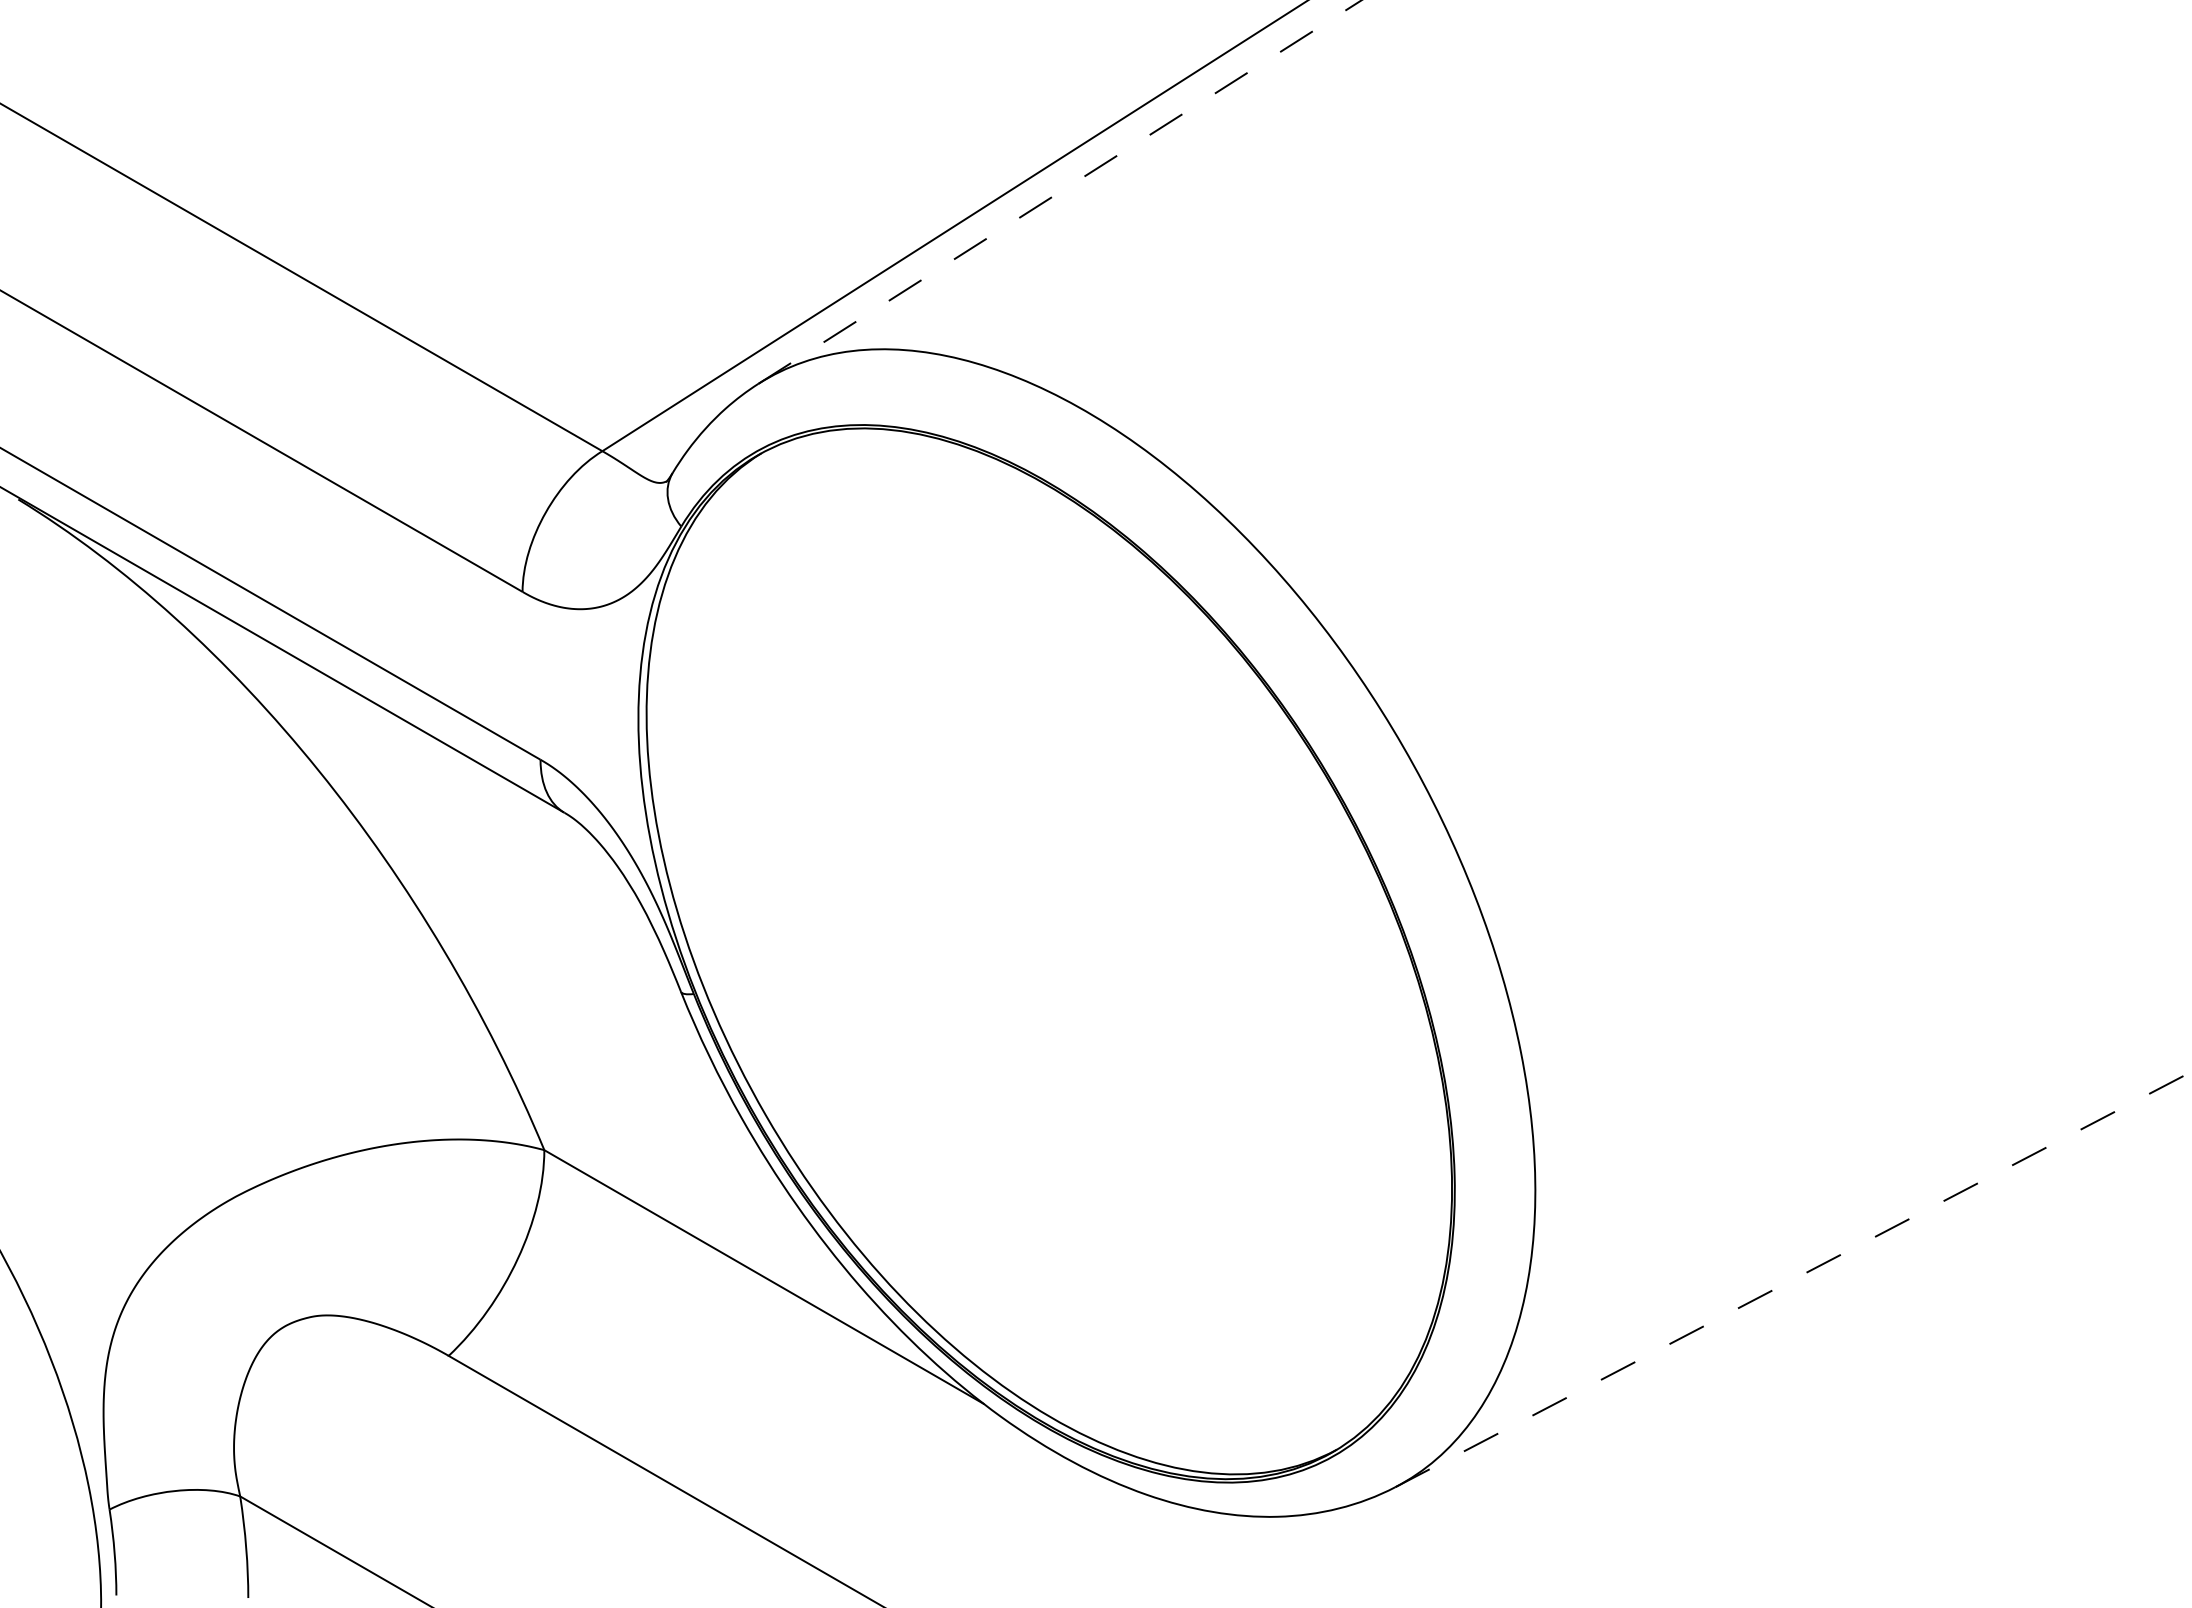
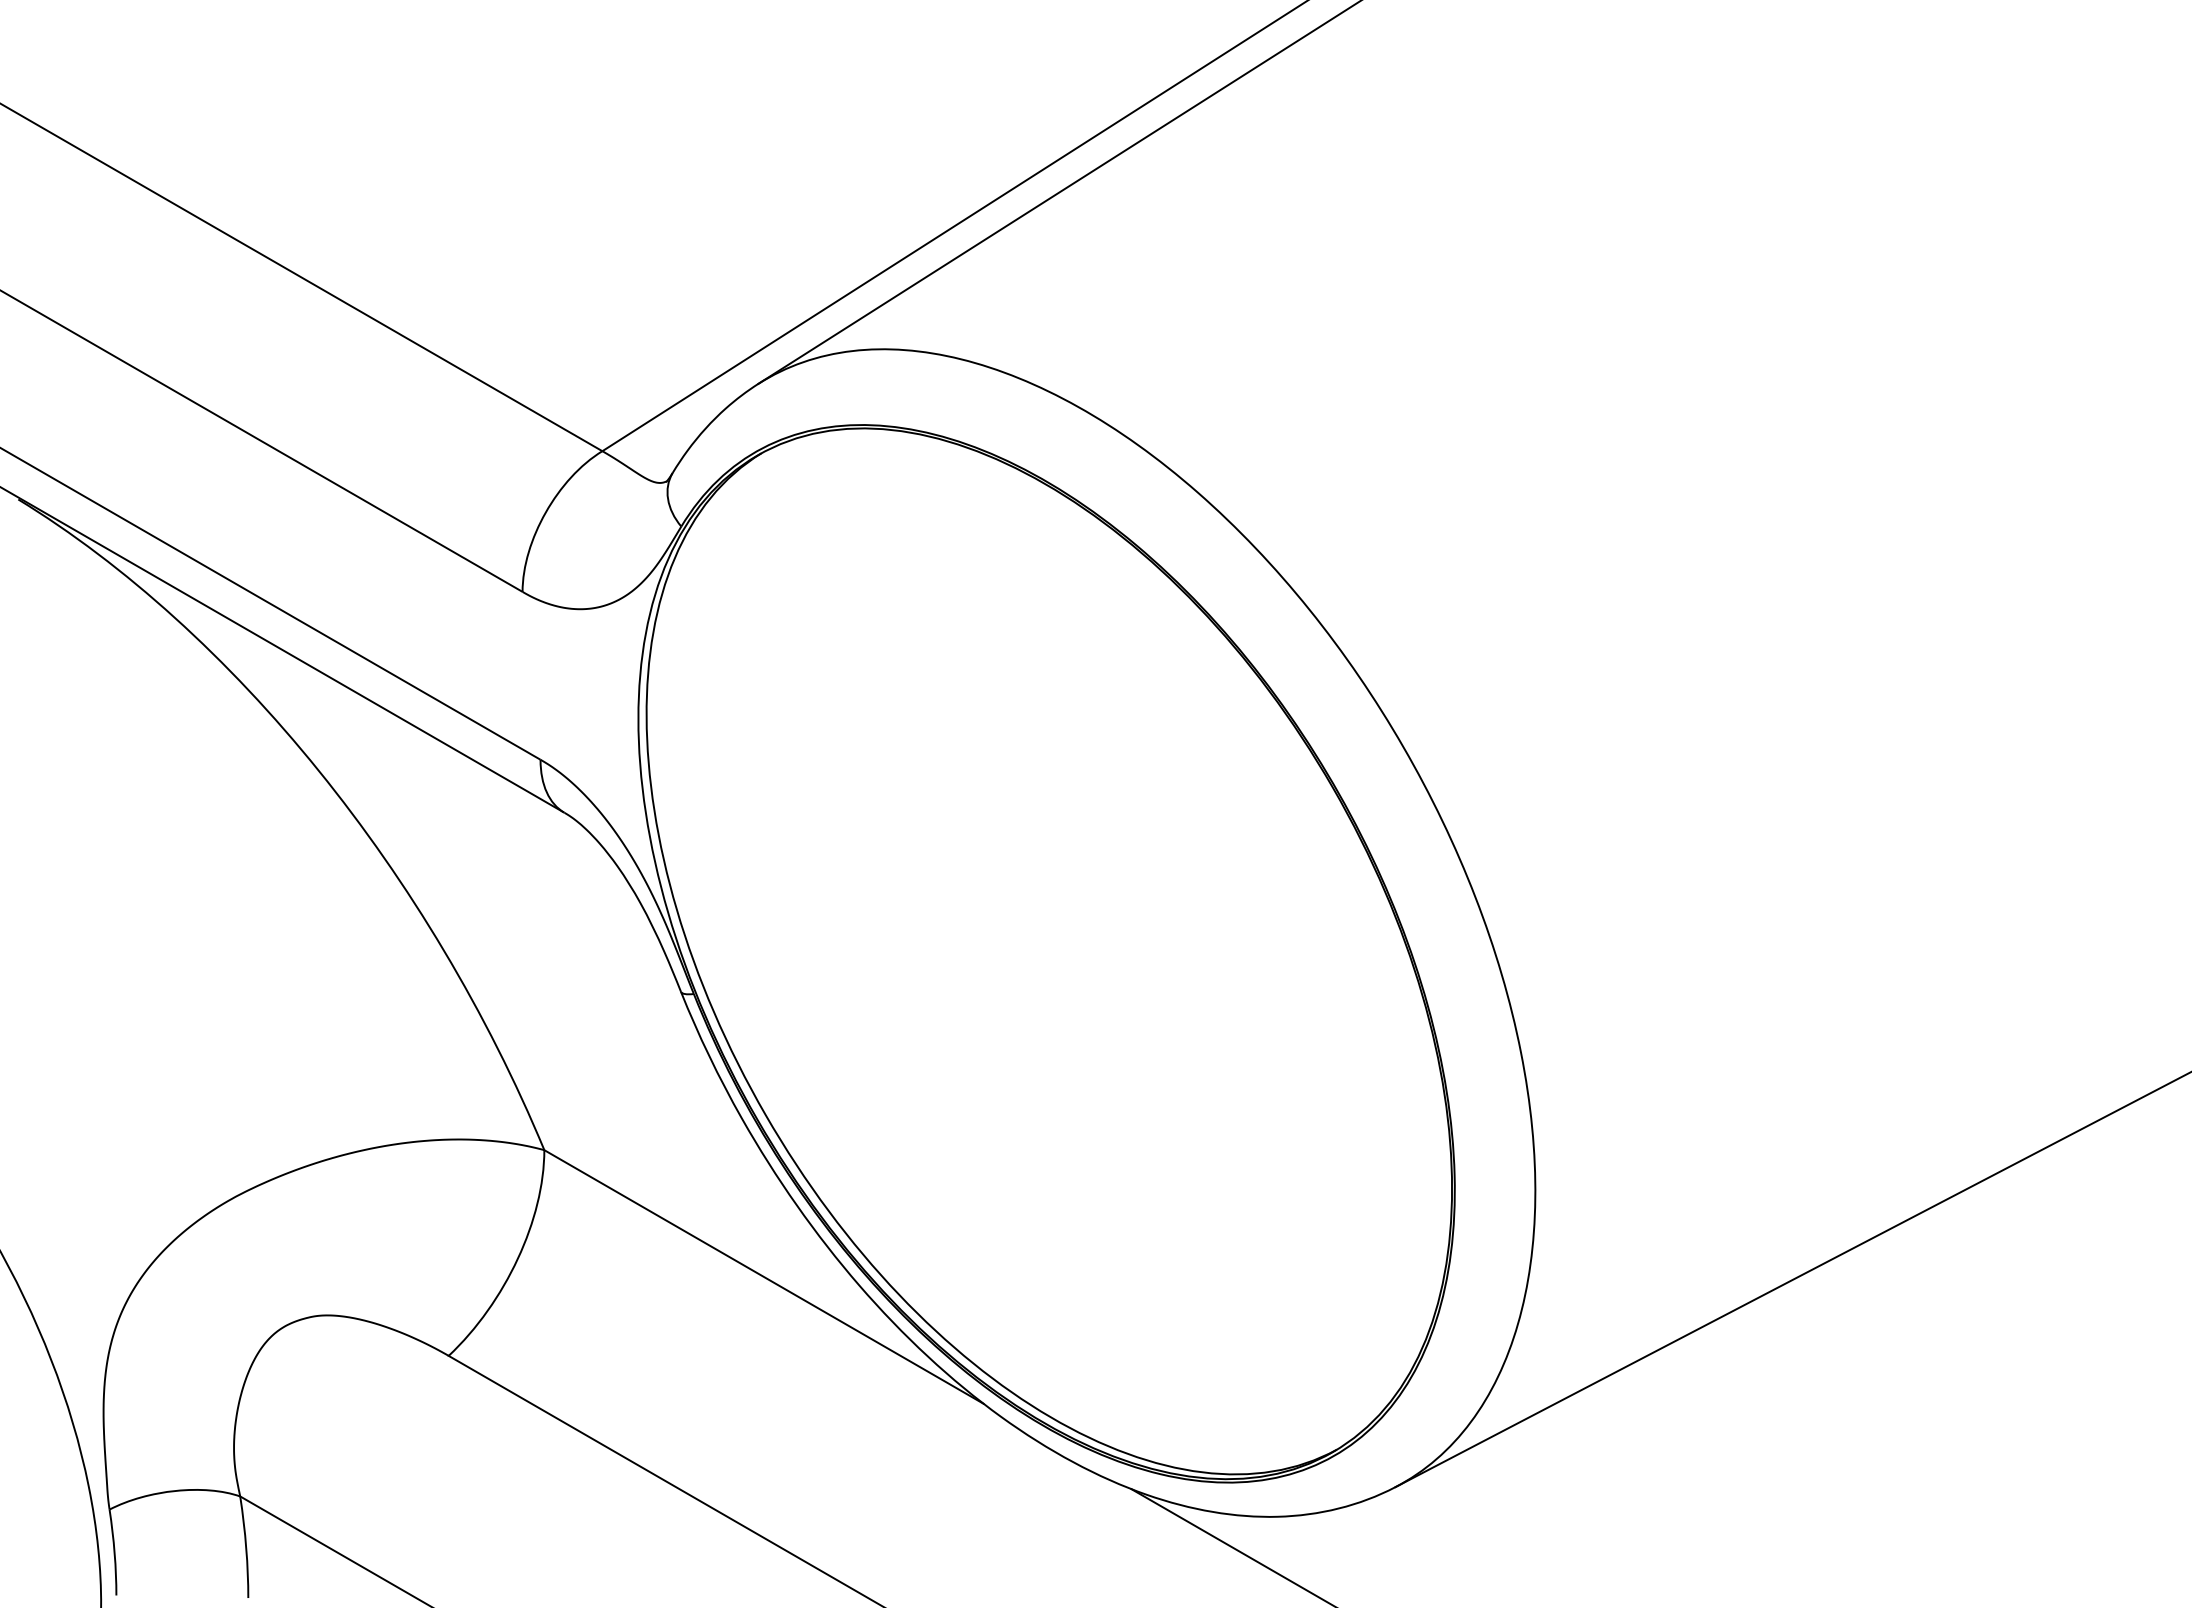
line at (1060, 191): dashed -> solid
line at (1793, 1279): dashed -> solid
line at (1231, 1546): none -> present
